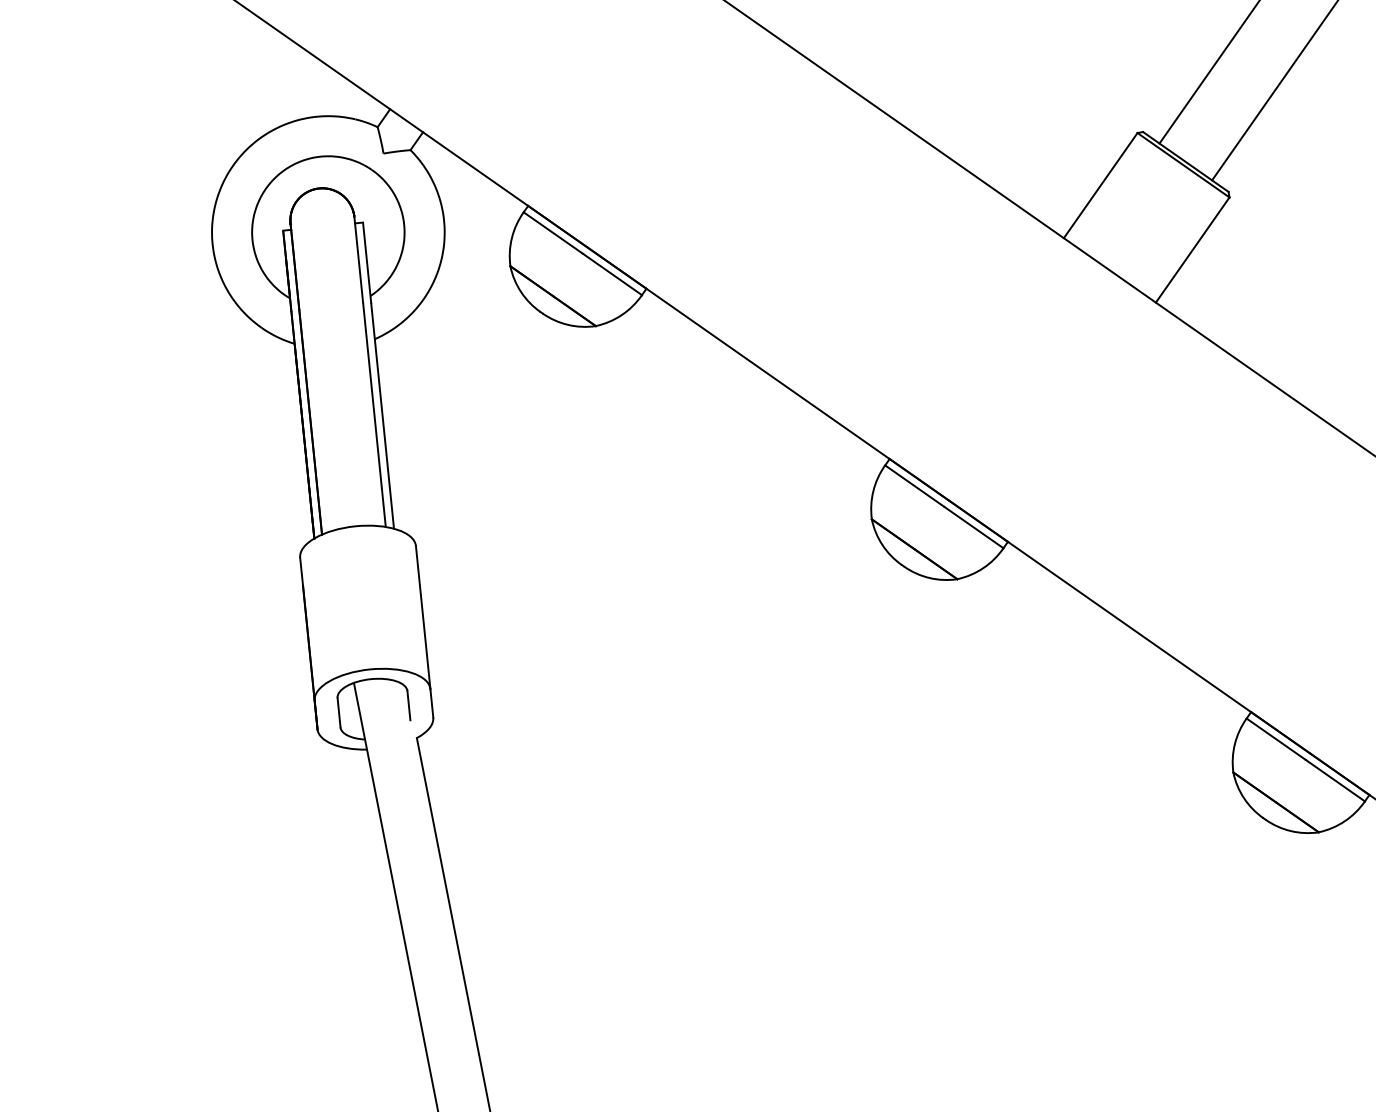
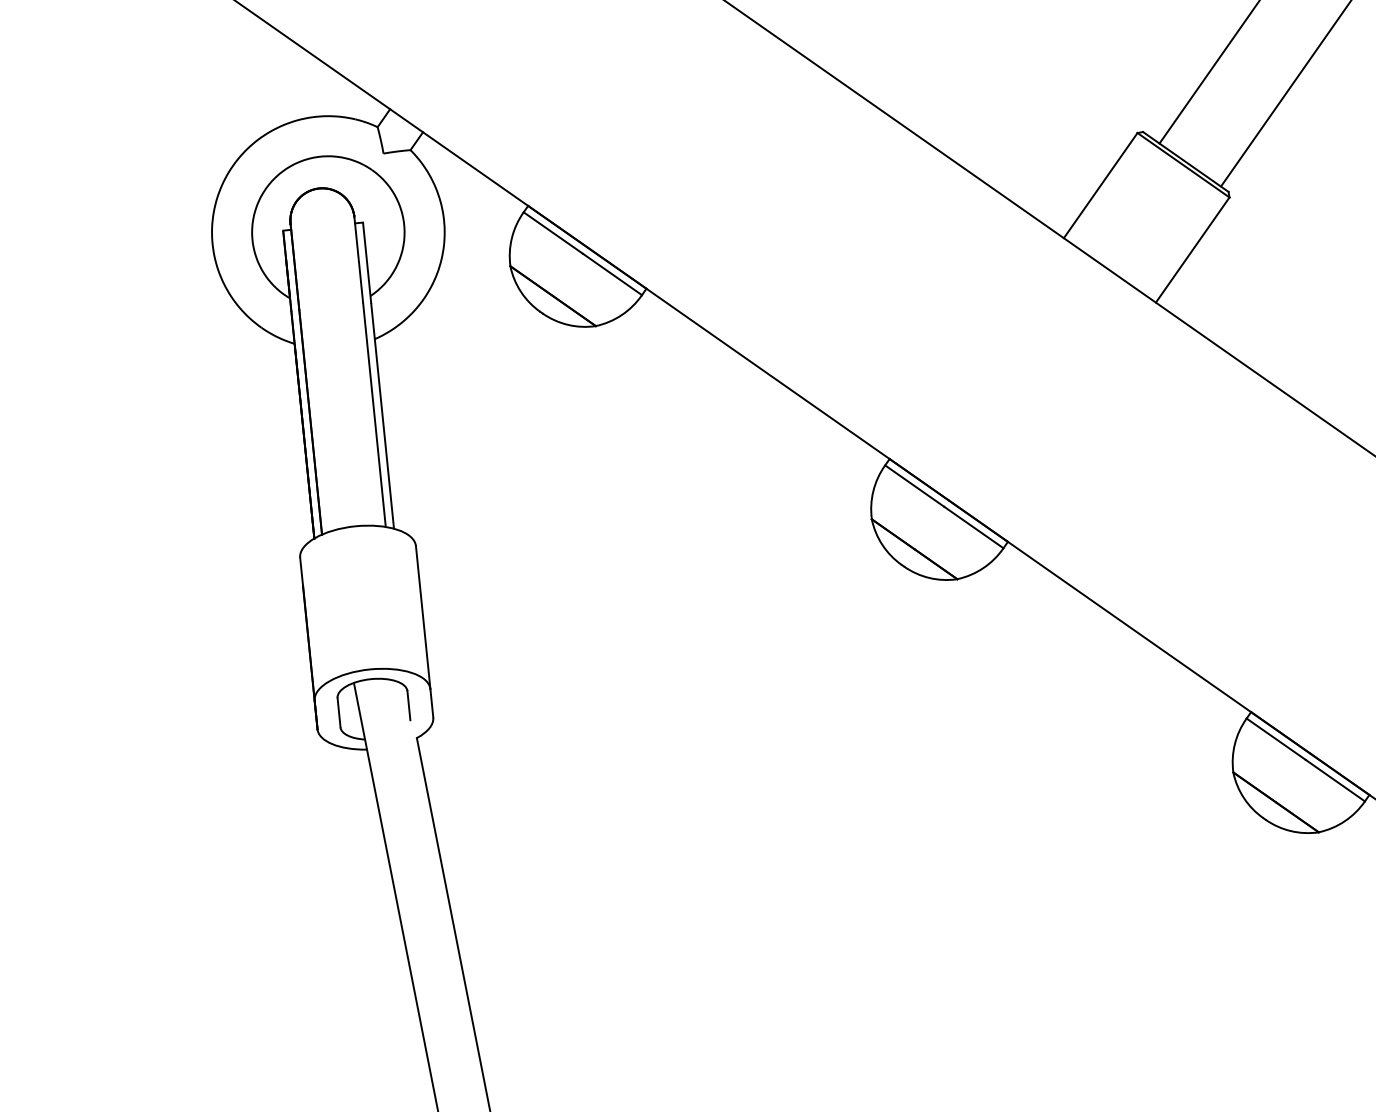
line at (1274, 91) position: (1274, 91) -> (1285, 94)
